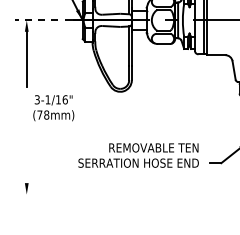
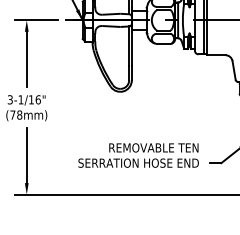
line at (35, 20): dashed -> solid
text at (53, 108) position: (53, 108) -> (26, 108)
line at (26, 155): none -> present
line at (125, 194): none -> present
